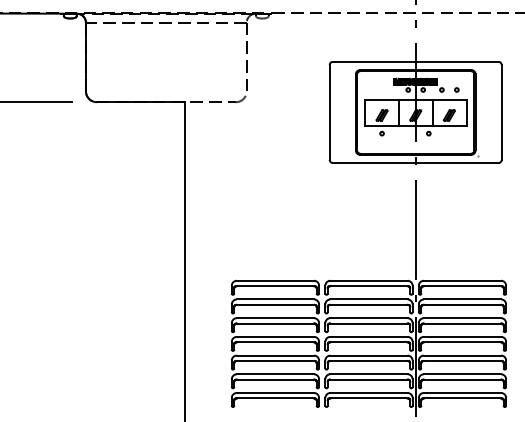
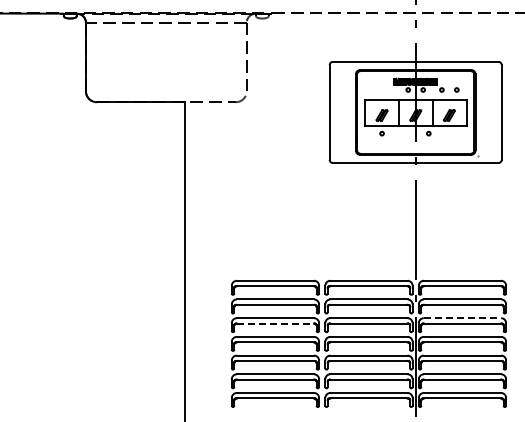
line at (36, 102): present -> none
line at (462, 318): solid -> dashed
line at (275, 323): solid -> dashed
